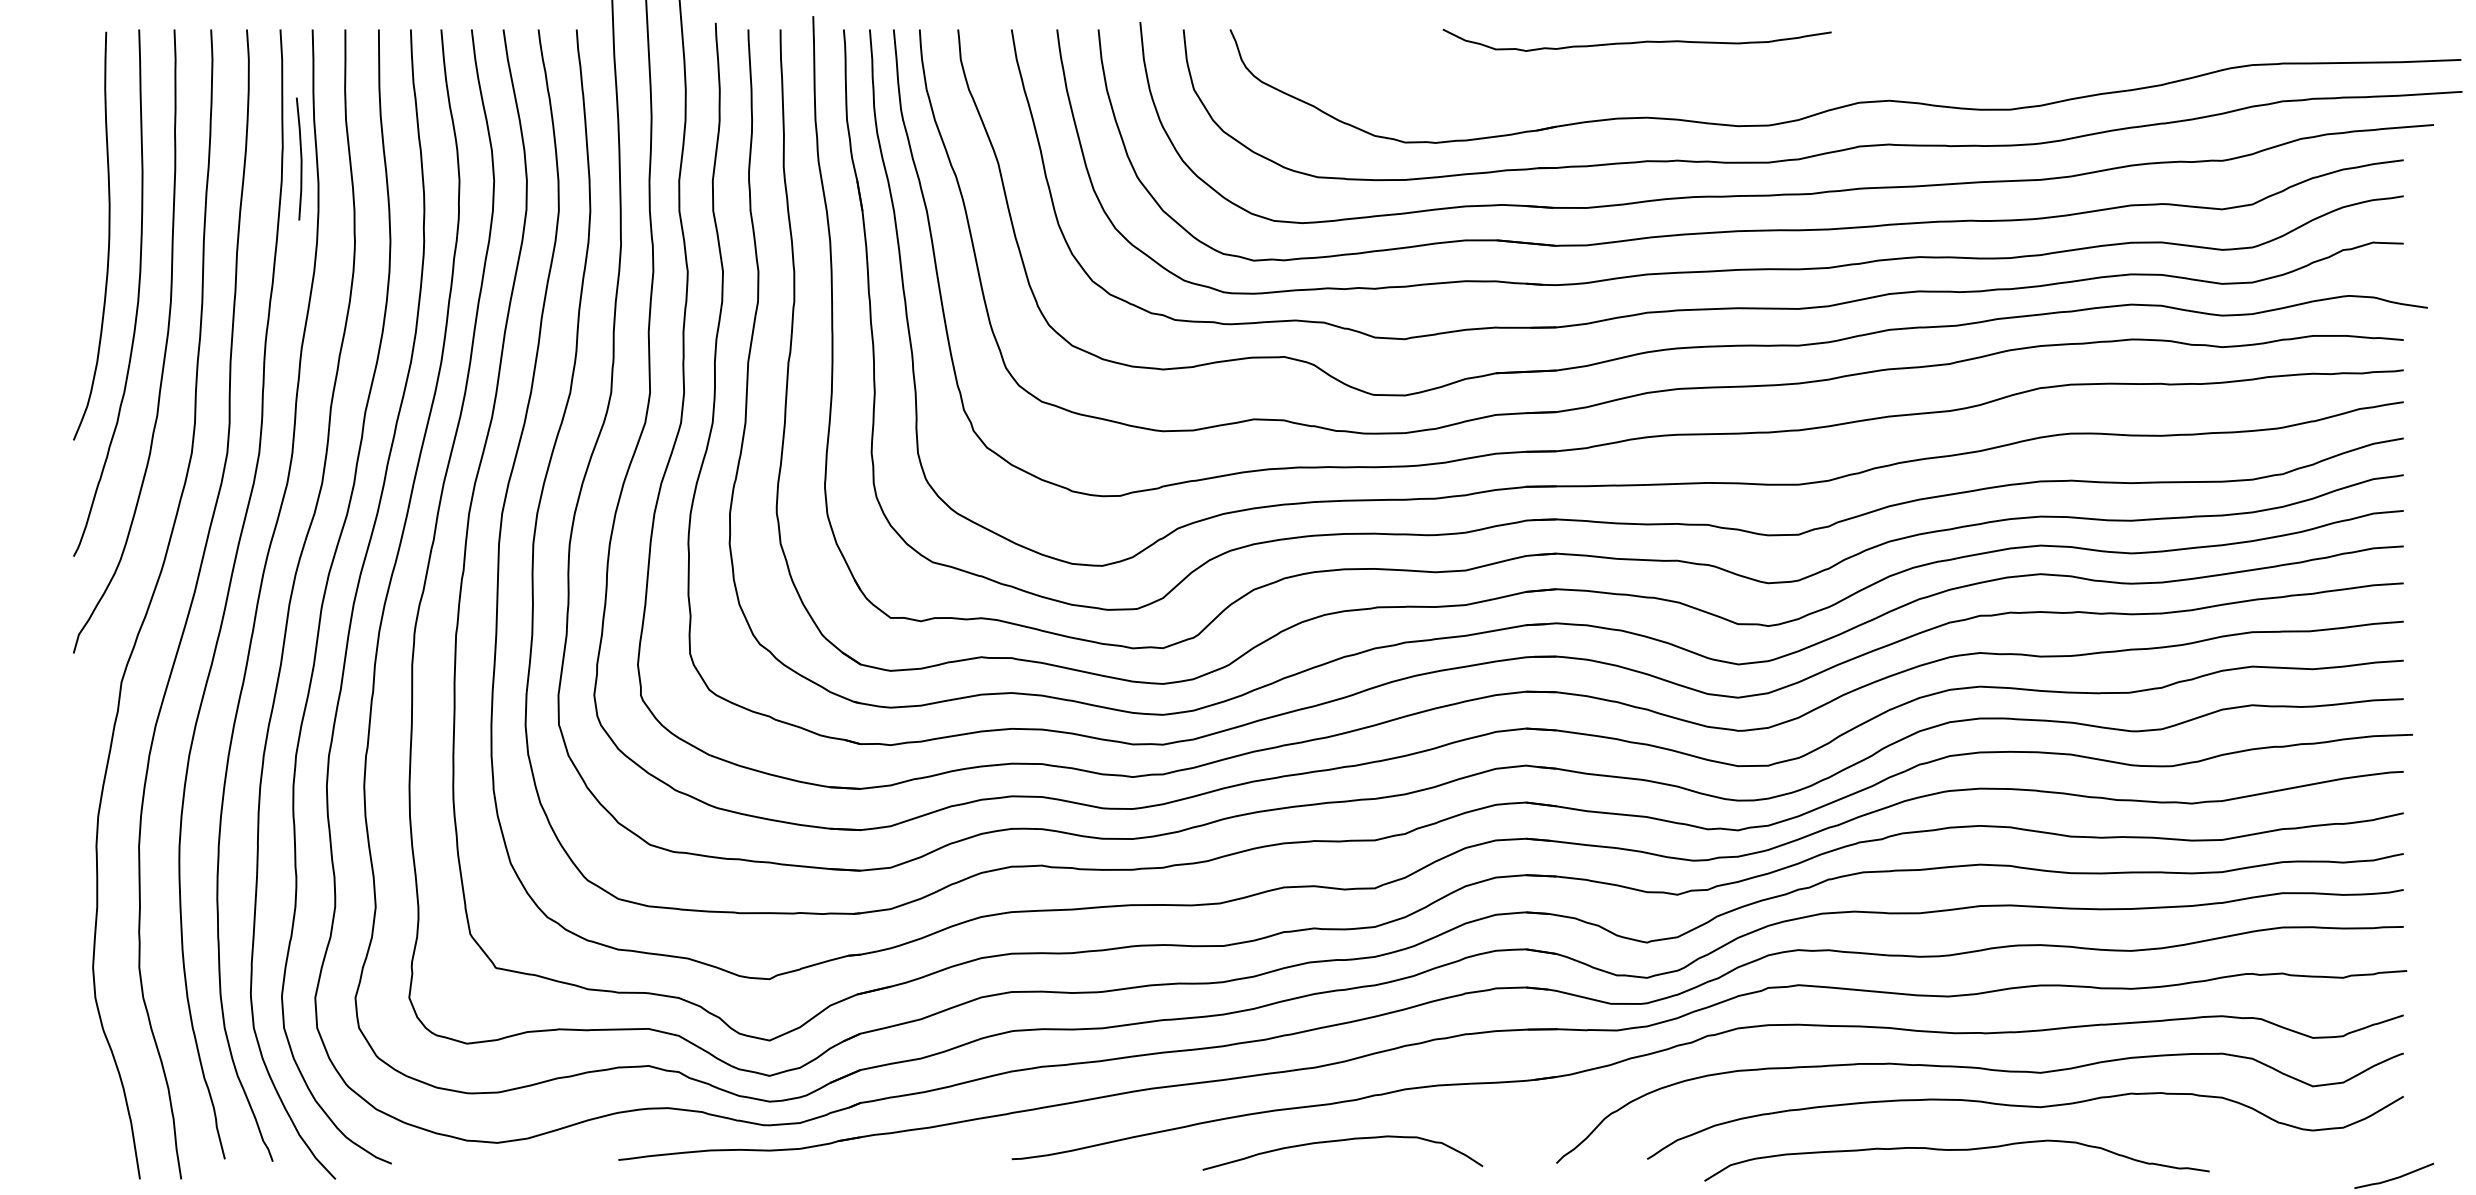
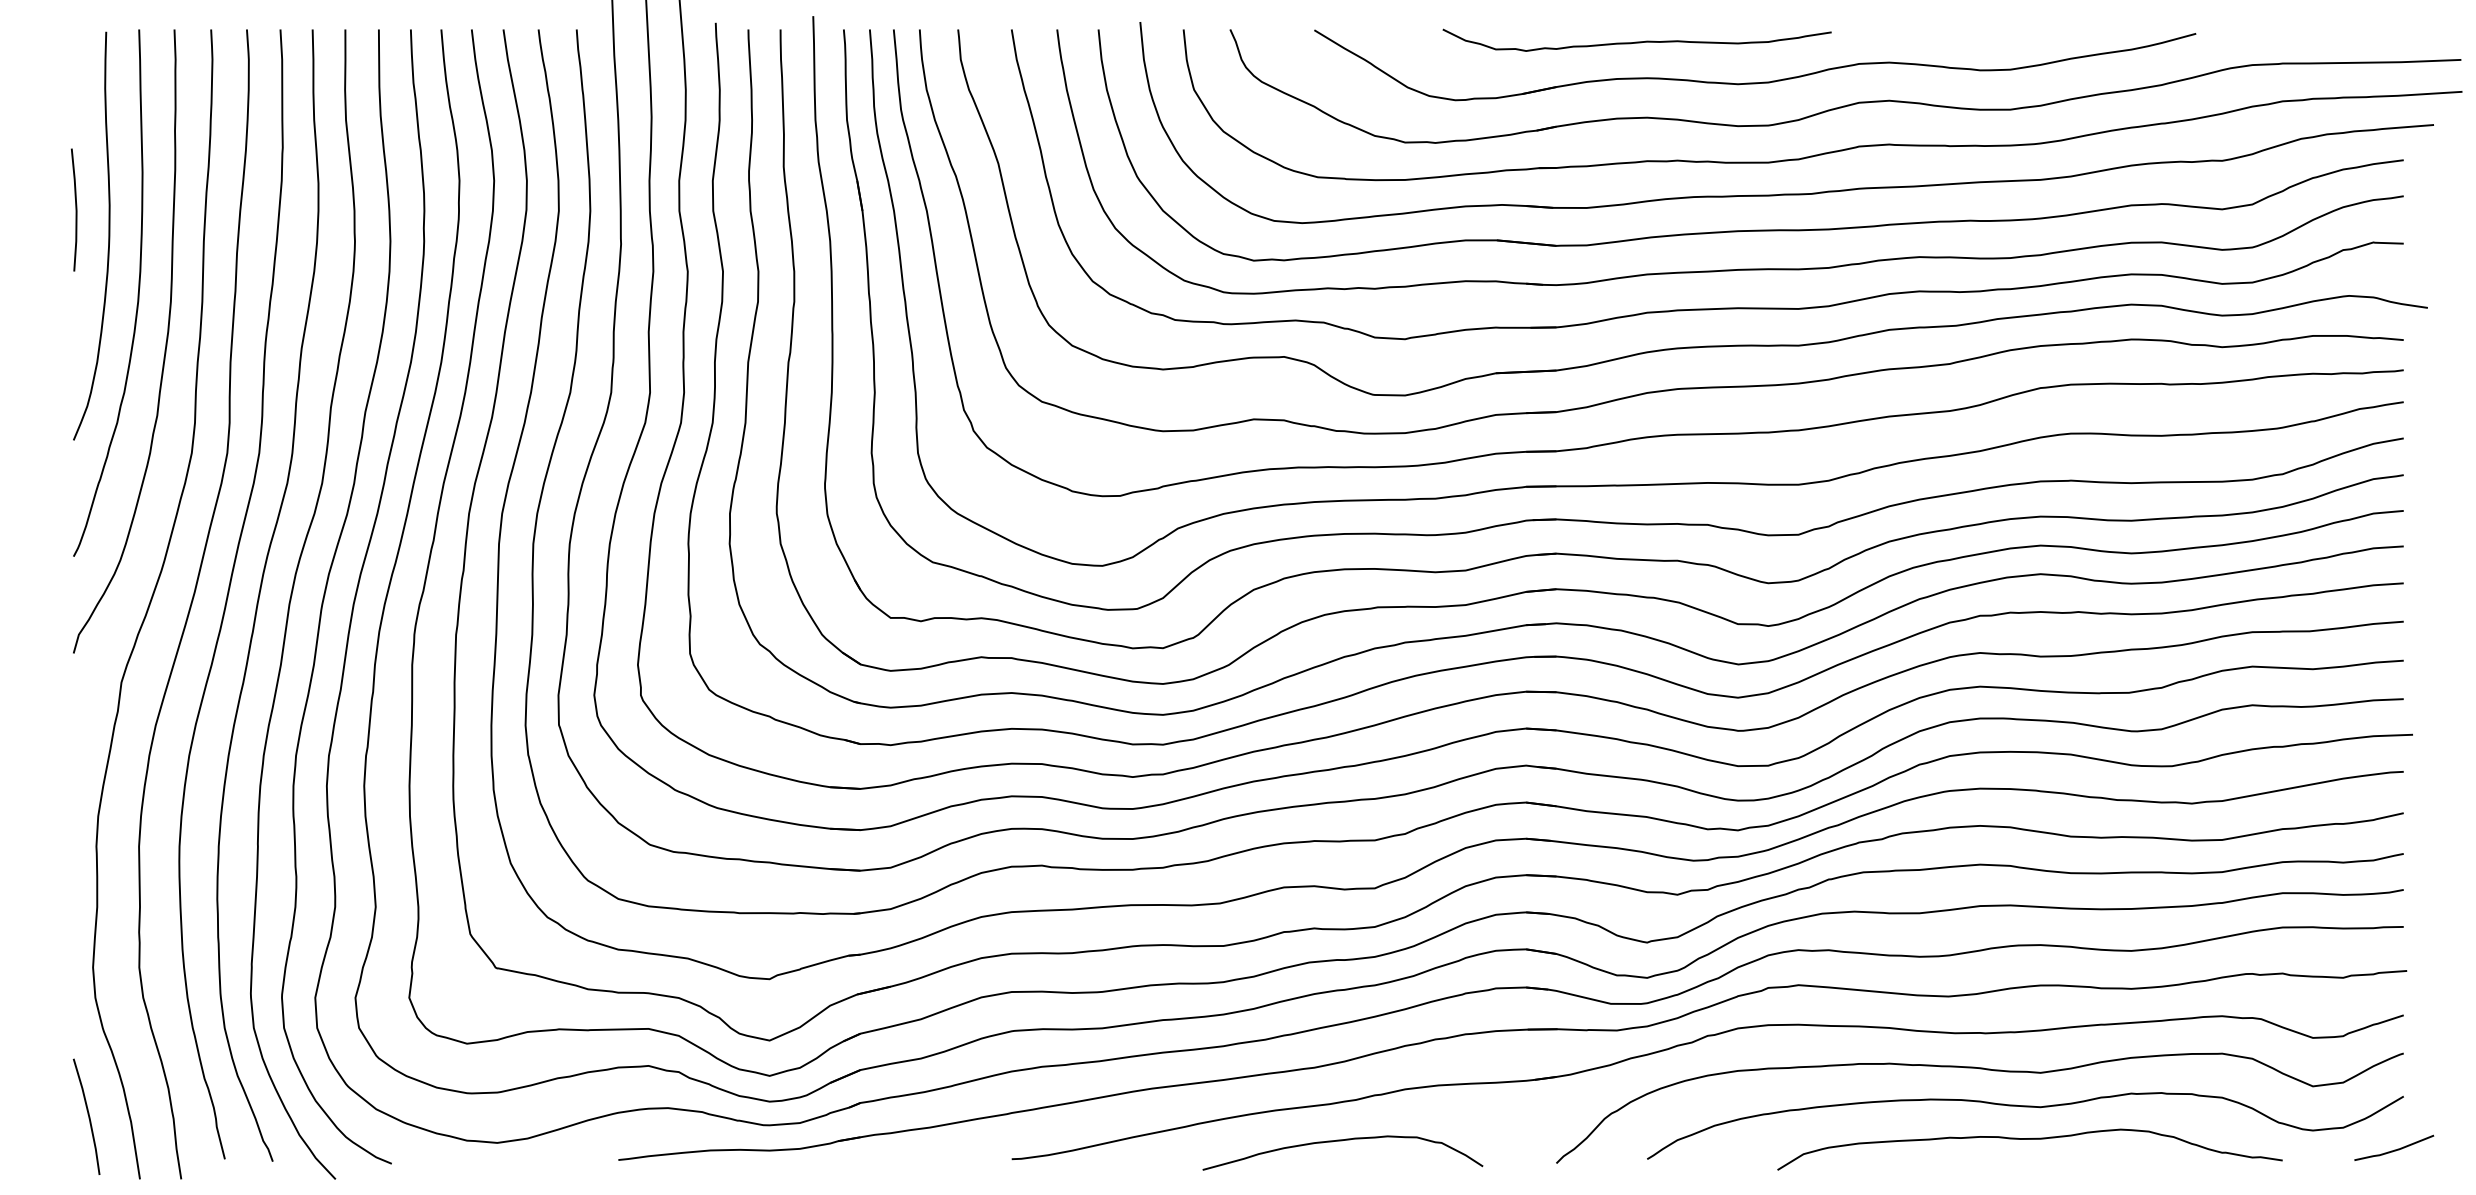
part at (1755, 82): none -> present
line at (300, 158) position: (300, 158) -> (75, 209)
line at (88, 1116): none -> present
curve at (1956, 1150) position: (1956, 1150) -> (2029, 1139)
line at (2394, 1177) position: (2394, 1177) -> (2394, 1149)
